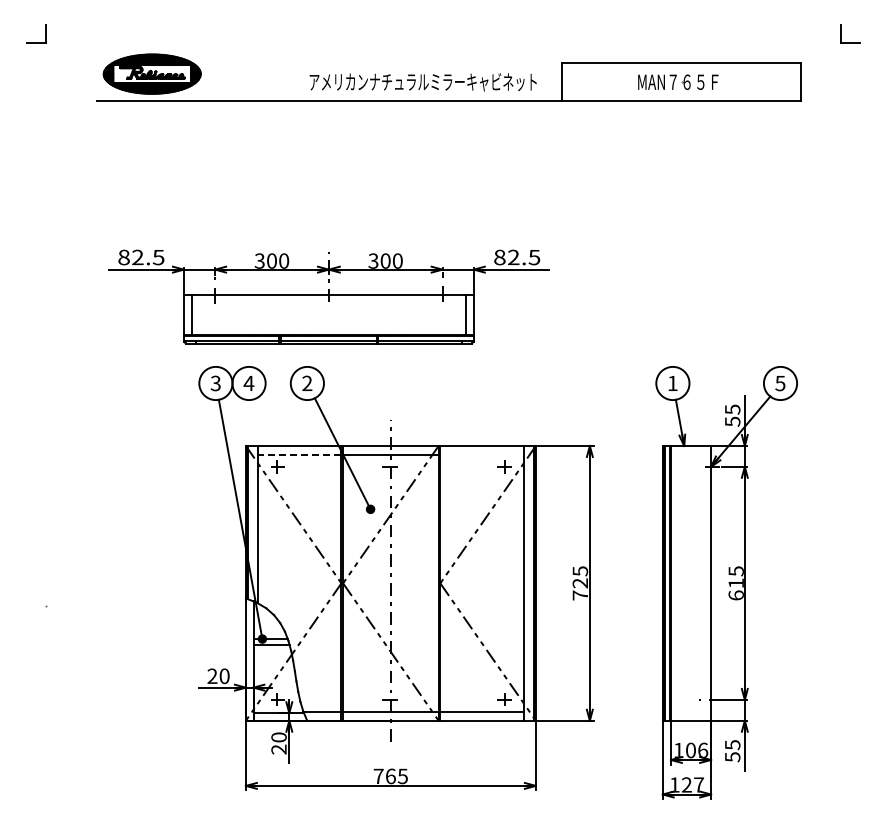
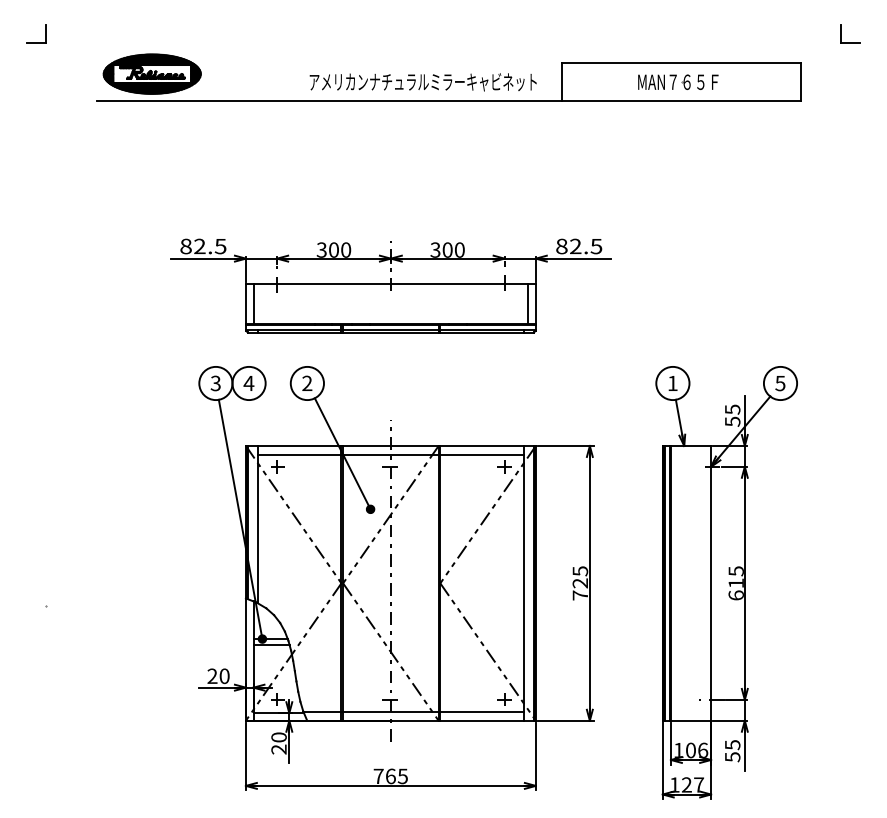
part at (328, 296) position: (328, 296) -> (390, 285)
line at (299, 455): dashed -> solid
line at (481, 455): none -> present
